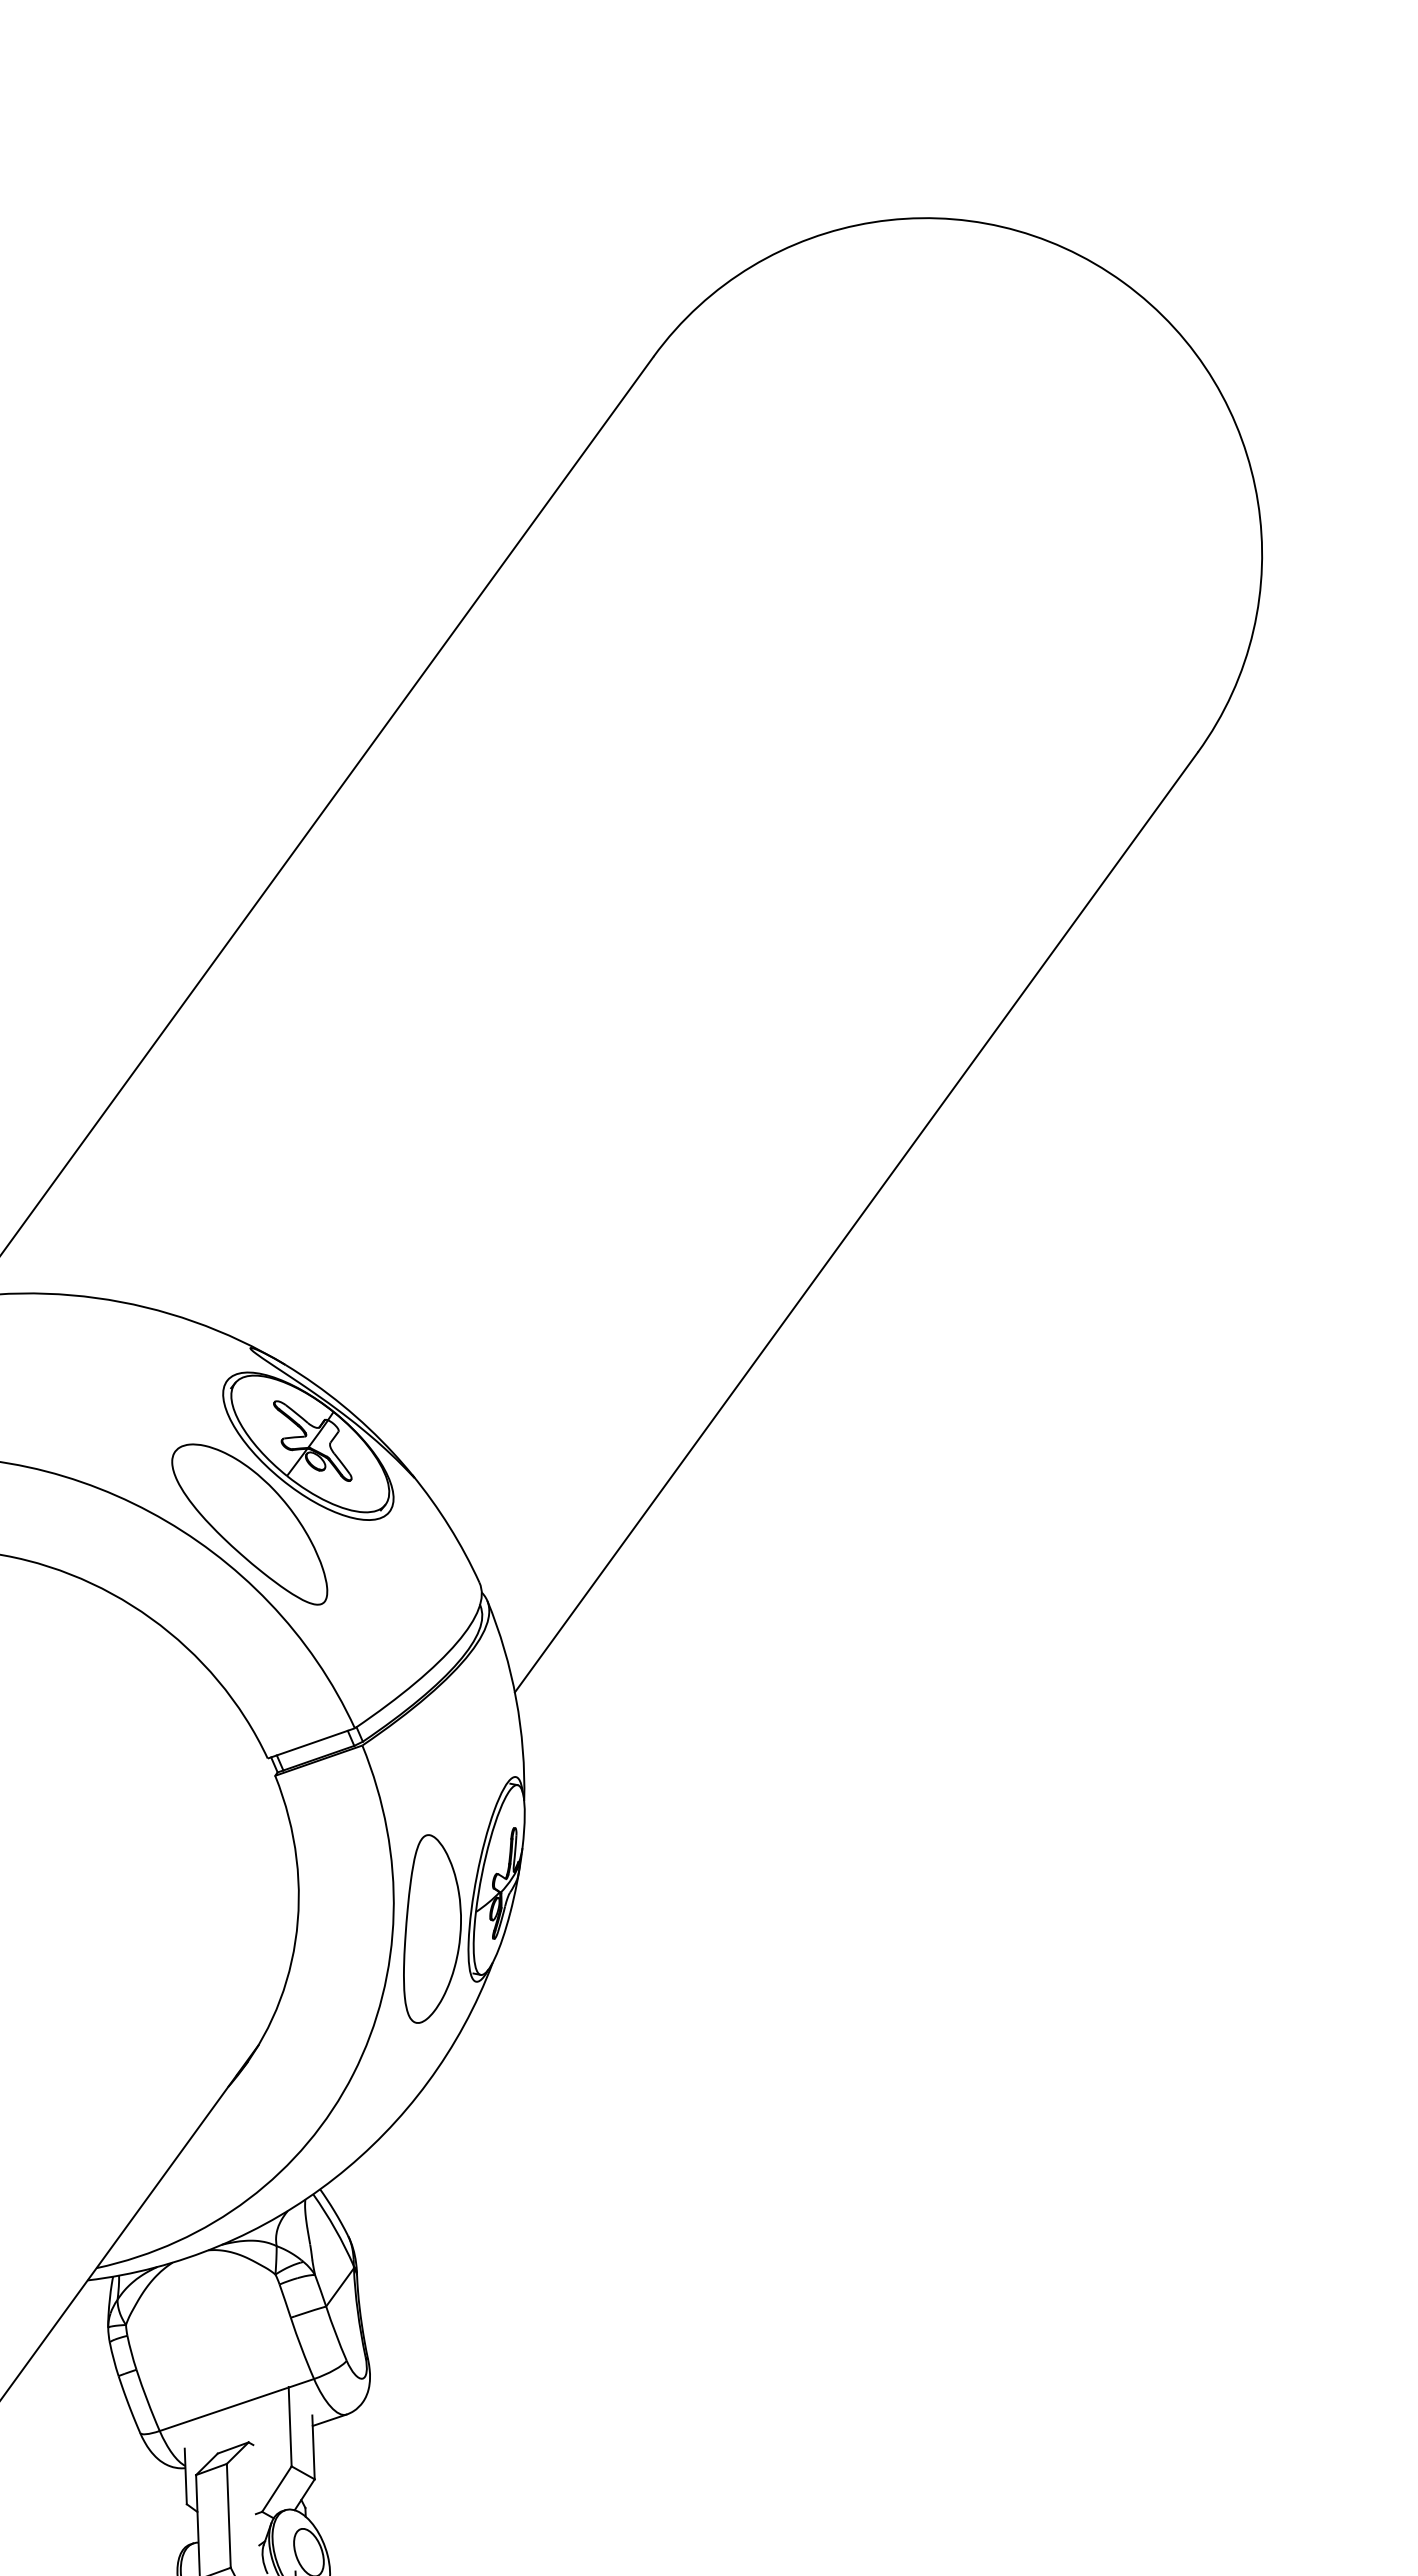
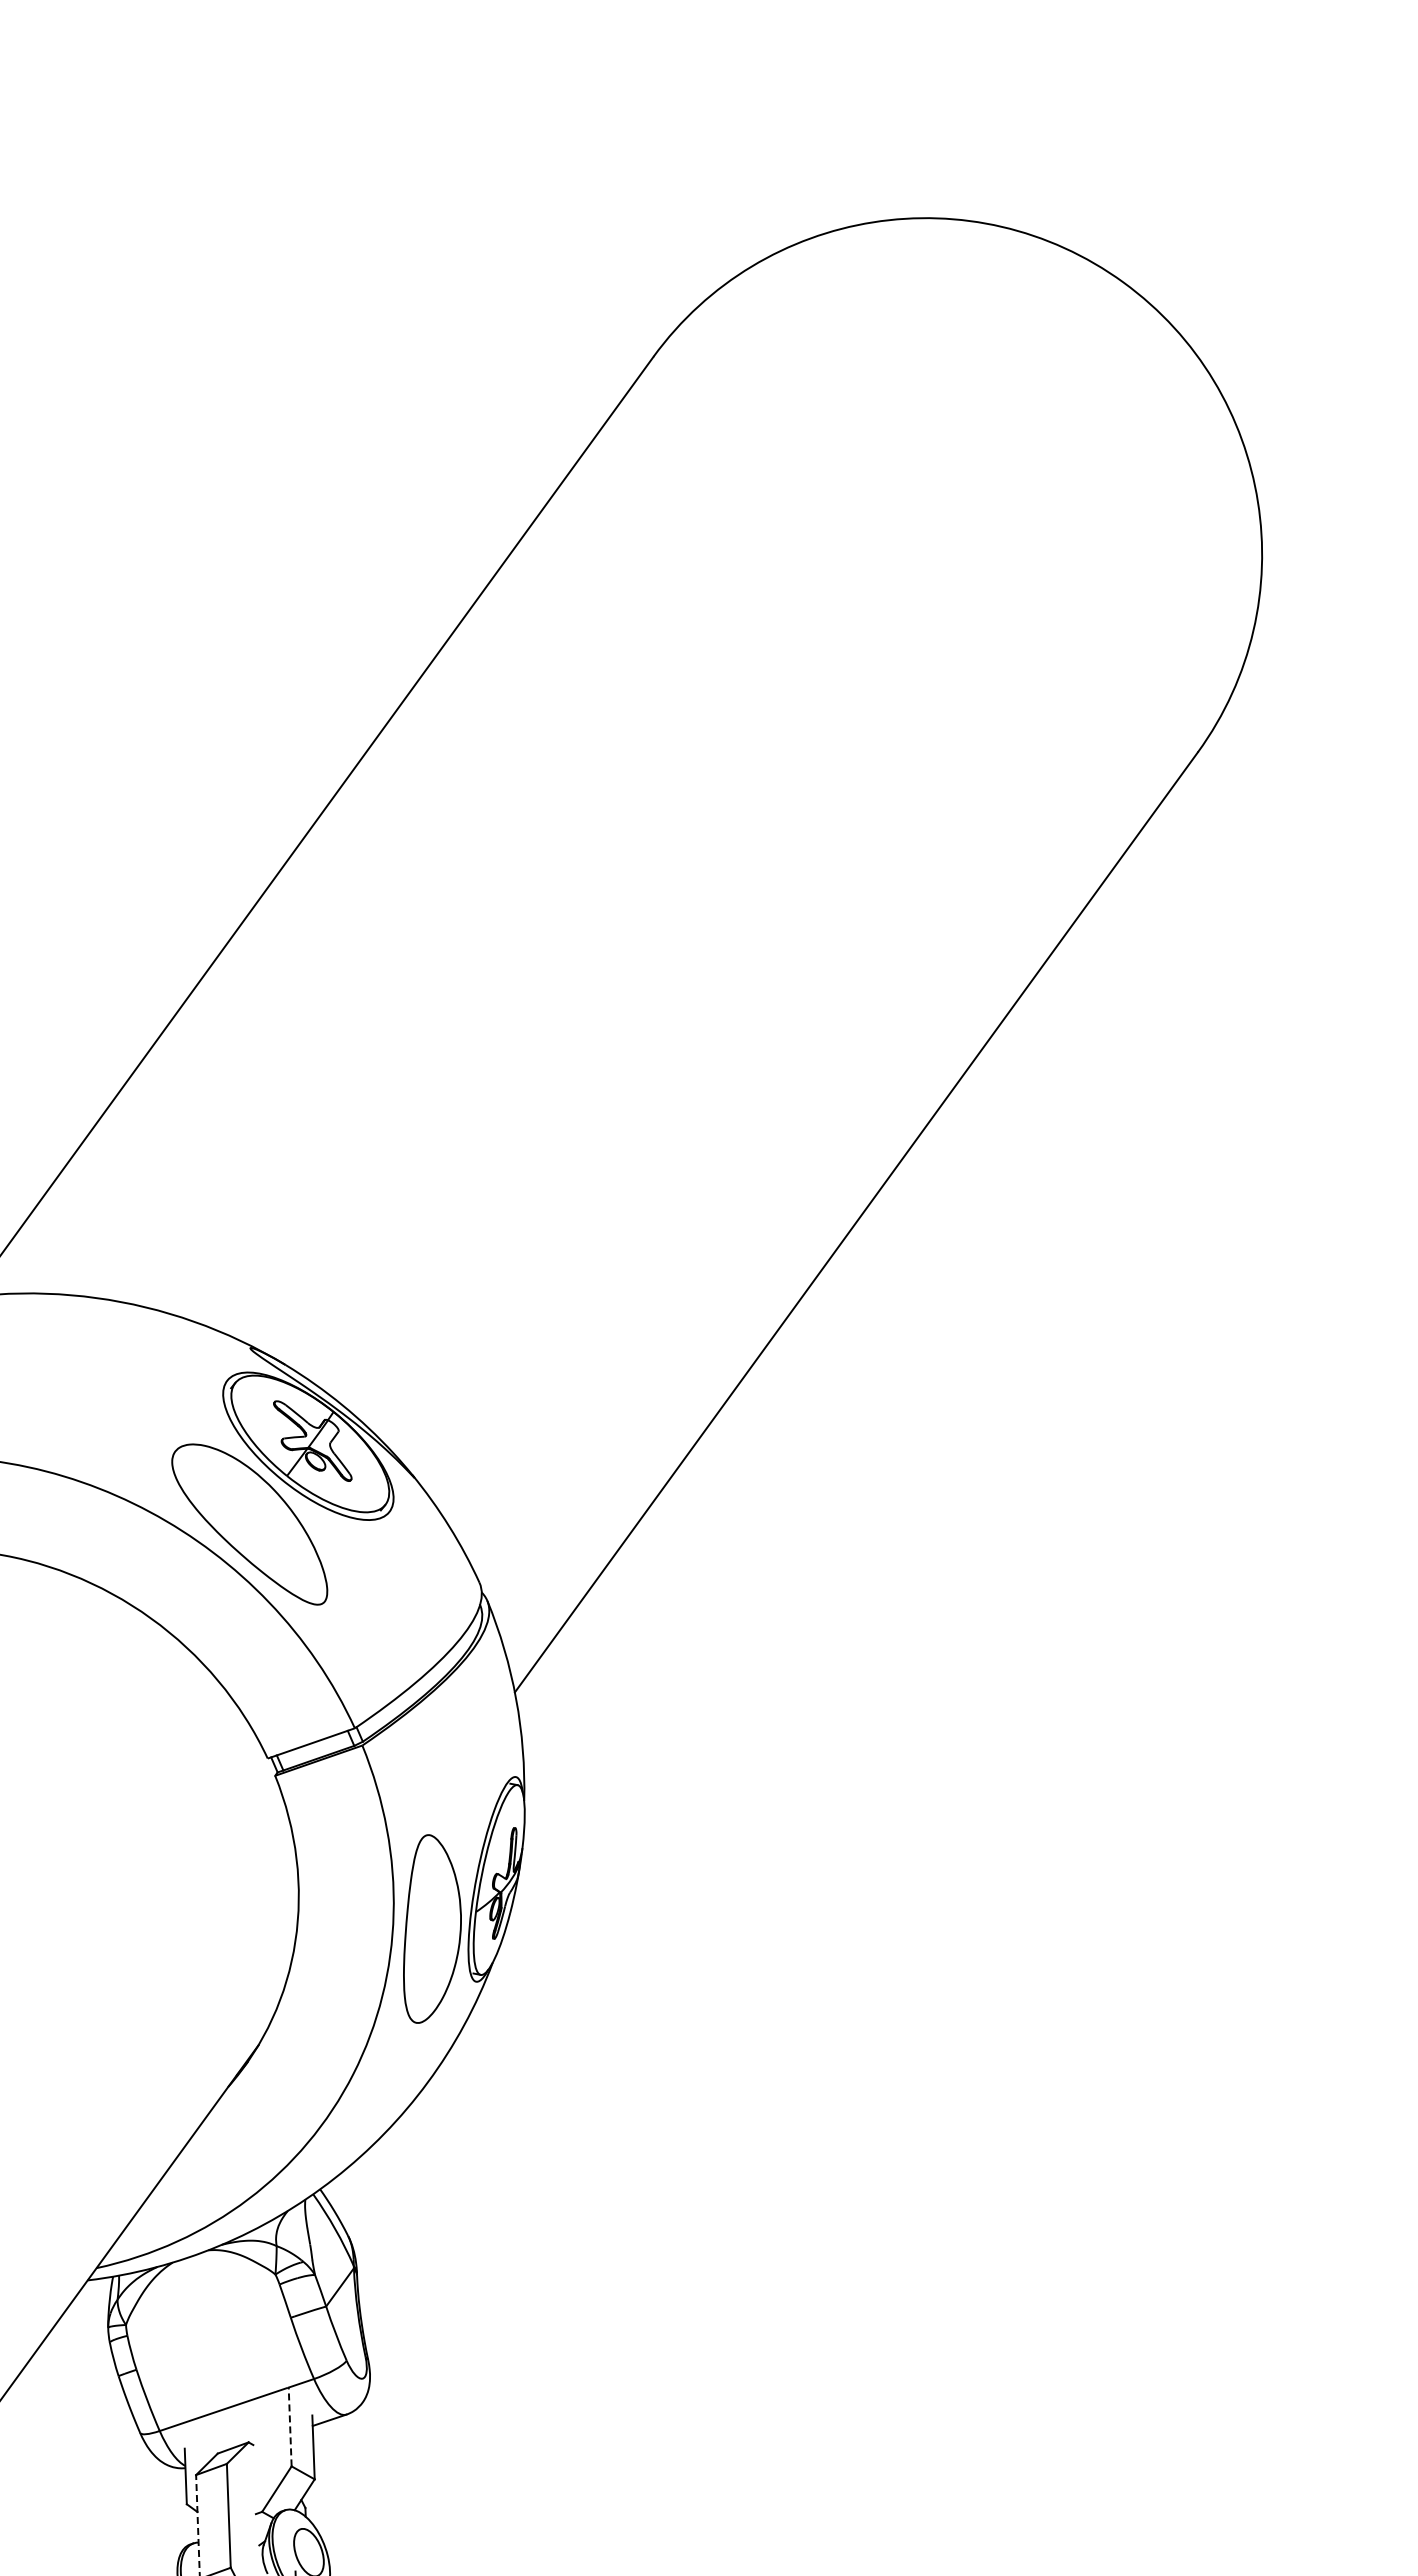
line at (290, 2426): solid -> dashed
line at (197, 2525): solid -> dashed
